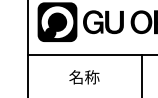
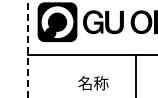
line at (28, 48): solid -> dashed
line at (142, 74) position: (142, 74) -> (136, 74)
text at (84, 77) position: (84, 77) -> (93, 83)
